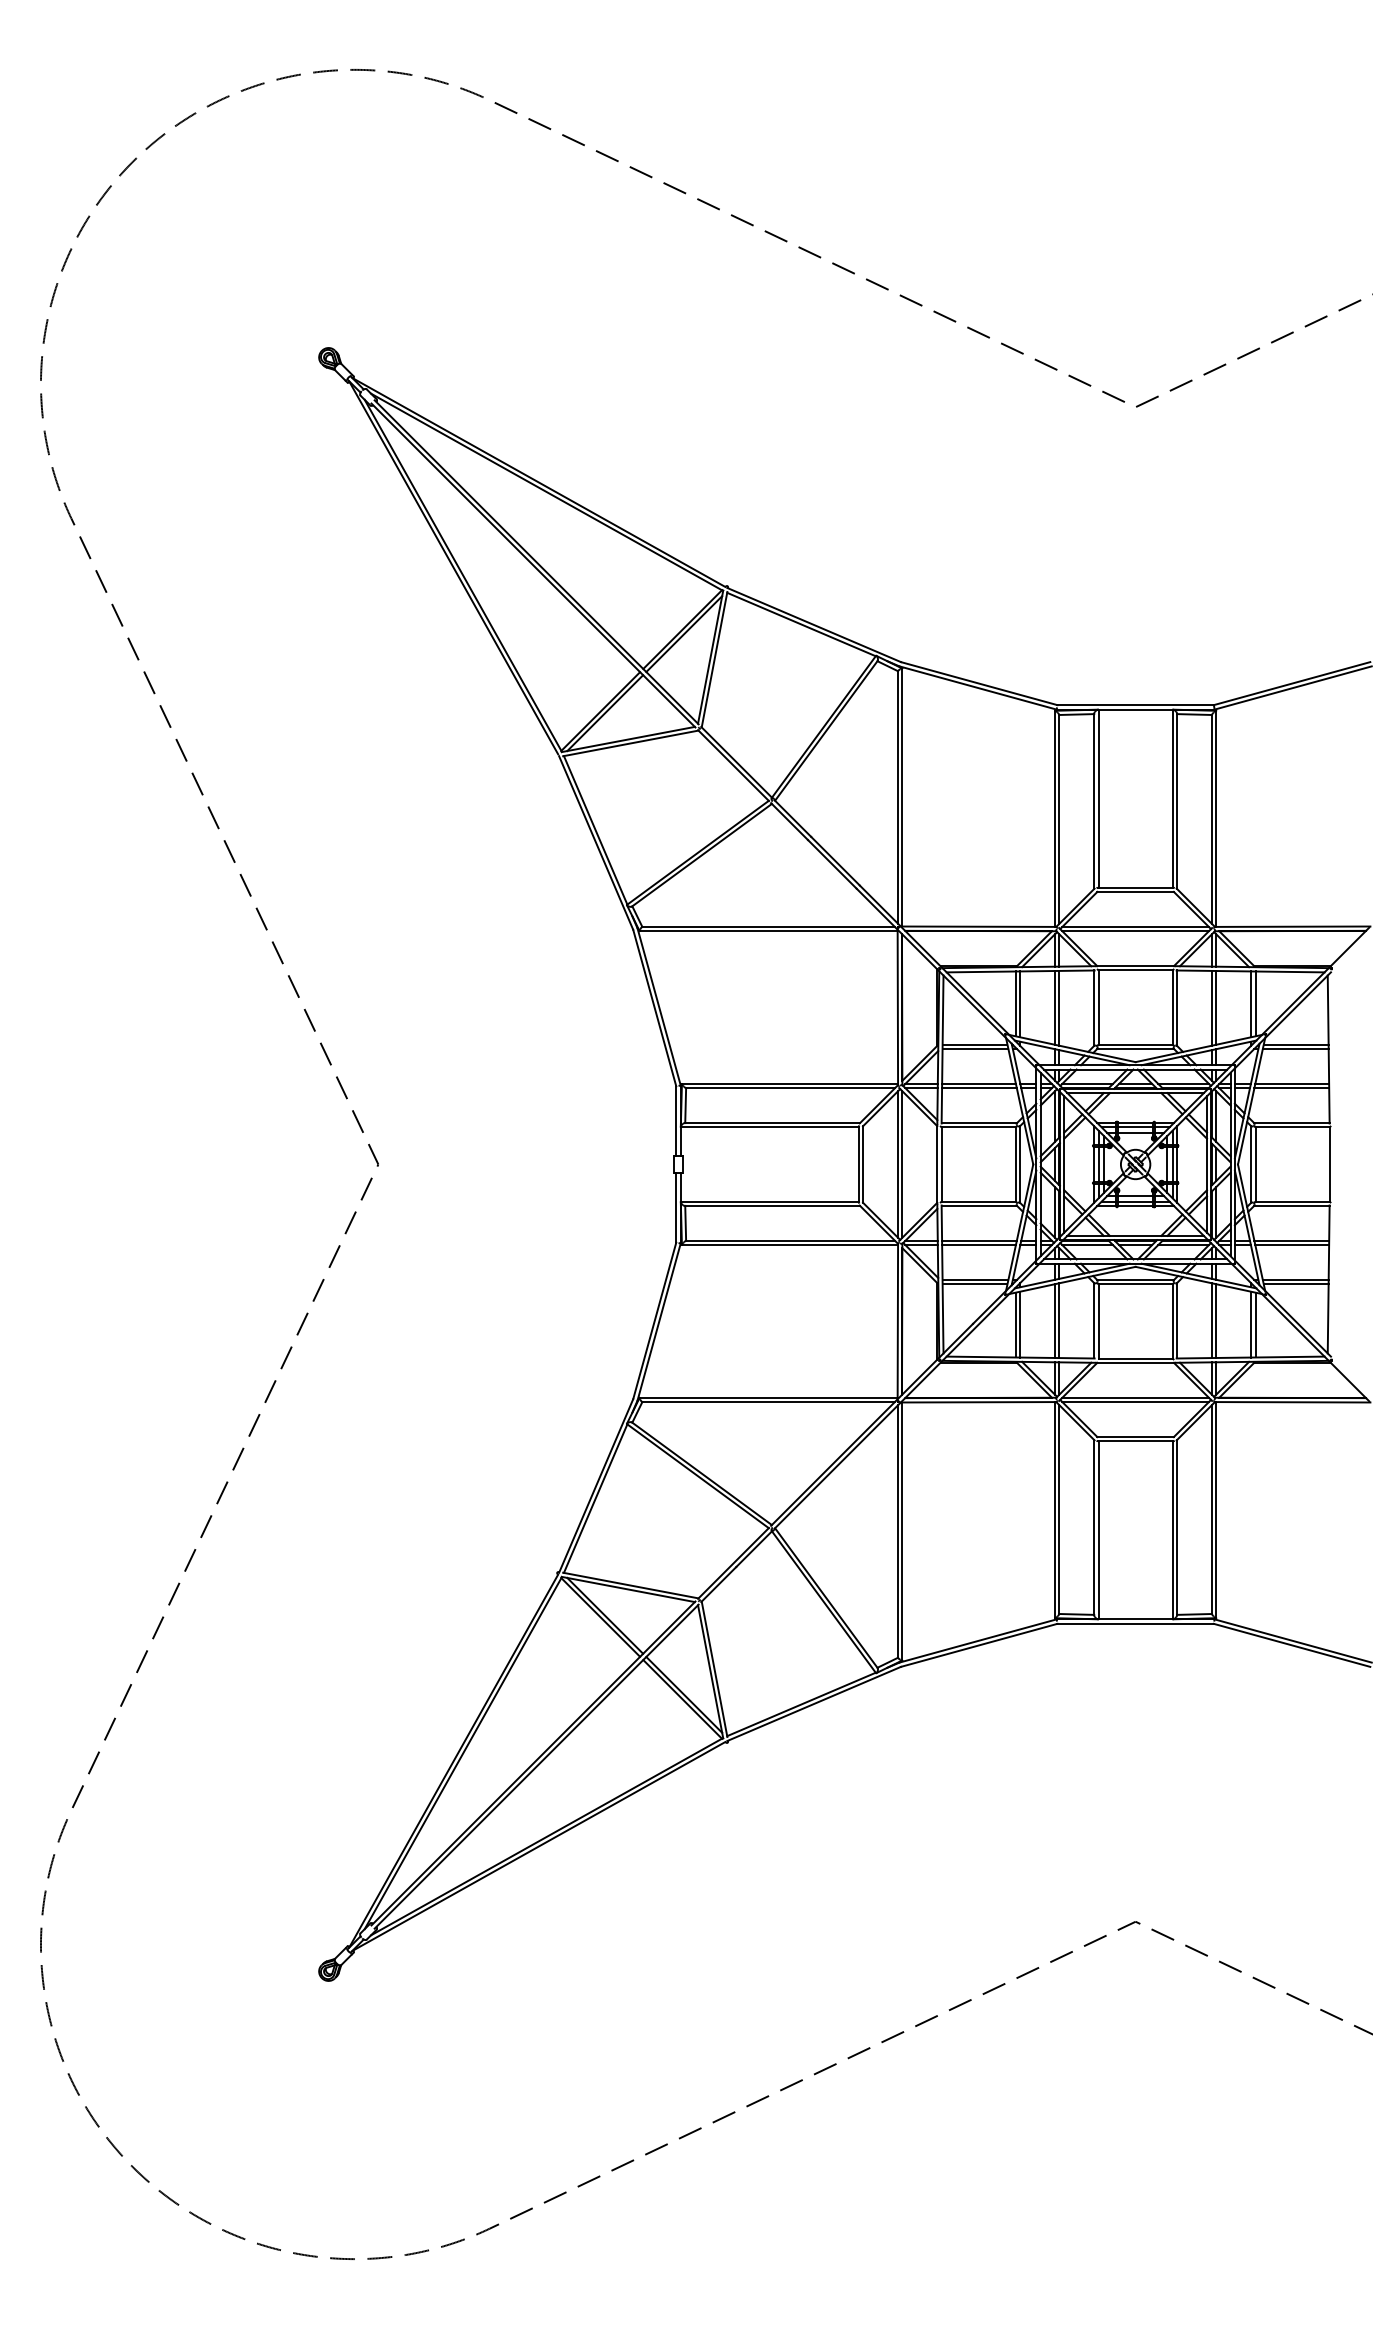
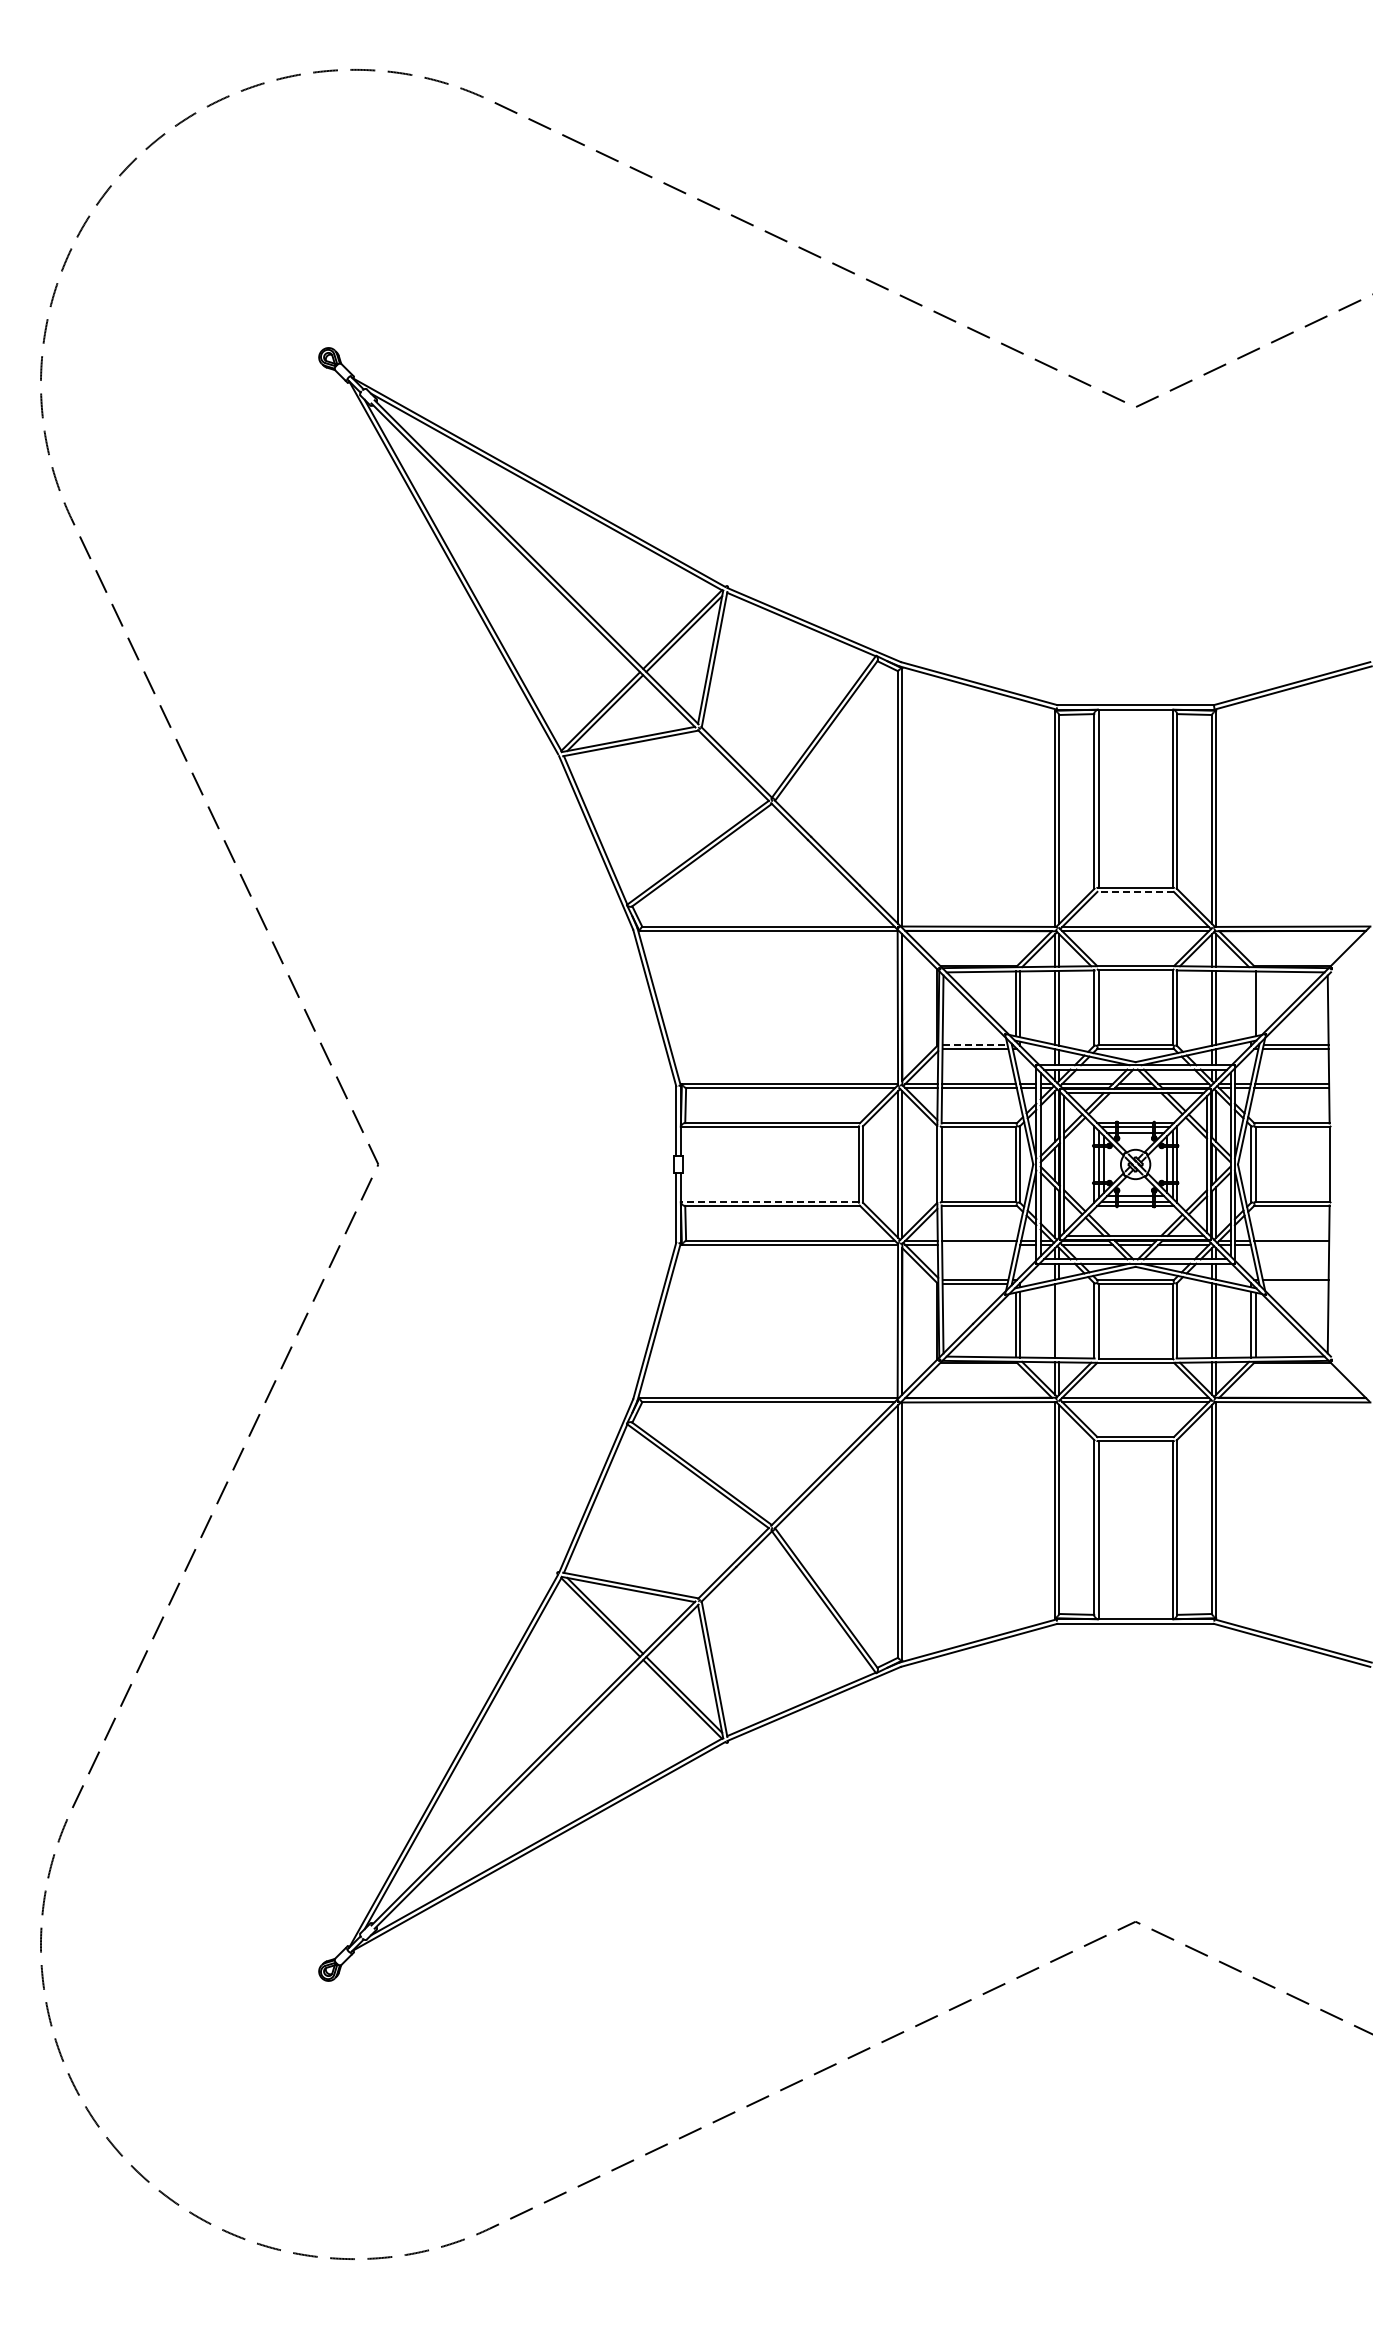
line at (1135, 892): solid -> dashed
line at (1251, 1004): present -> none
line at (975, 1044): solid -> dashed
line at (770, 1201): solid -> dashed
line at (978, 1245): present -> none
line at (1292, 1245): present -> none
line at (1295, 1284): present -> none
line at (1059, 1320): present -> none
